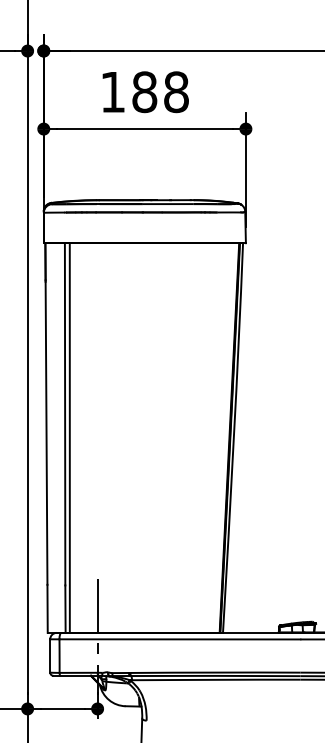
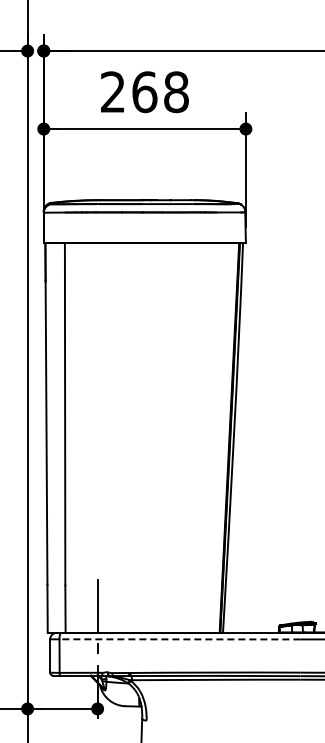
text at (129, 91): 188 -> 268
line at (69, 437): present -> none
line at (179, 639): solid -> dashed
